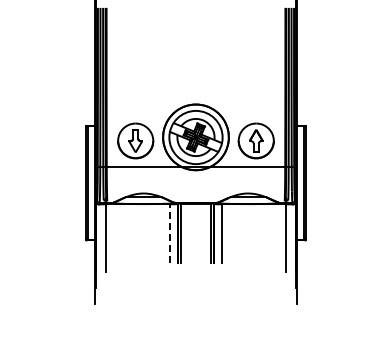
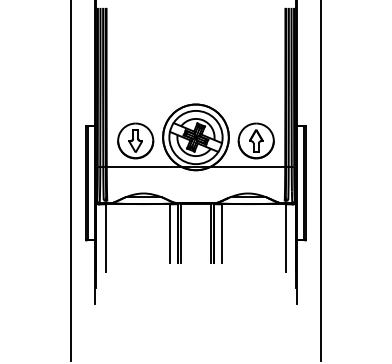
line at (71, 181): none -> present
line at (320, 181): none -> present
line at (170, 233): dashed -> solid
